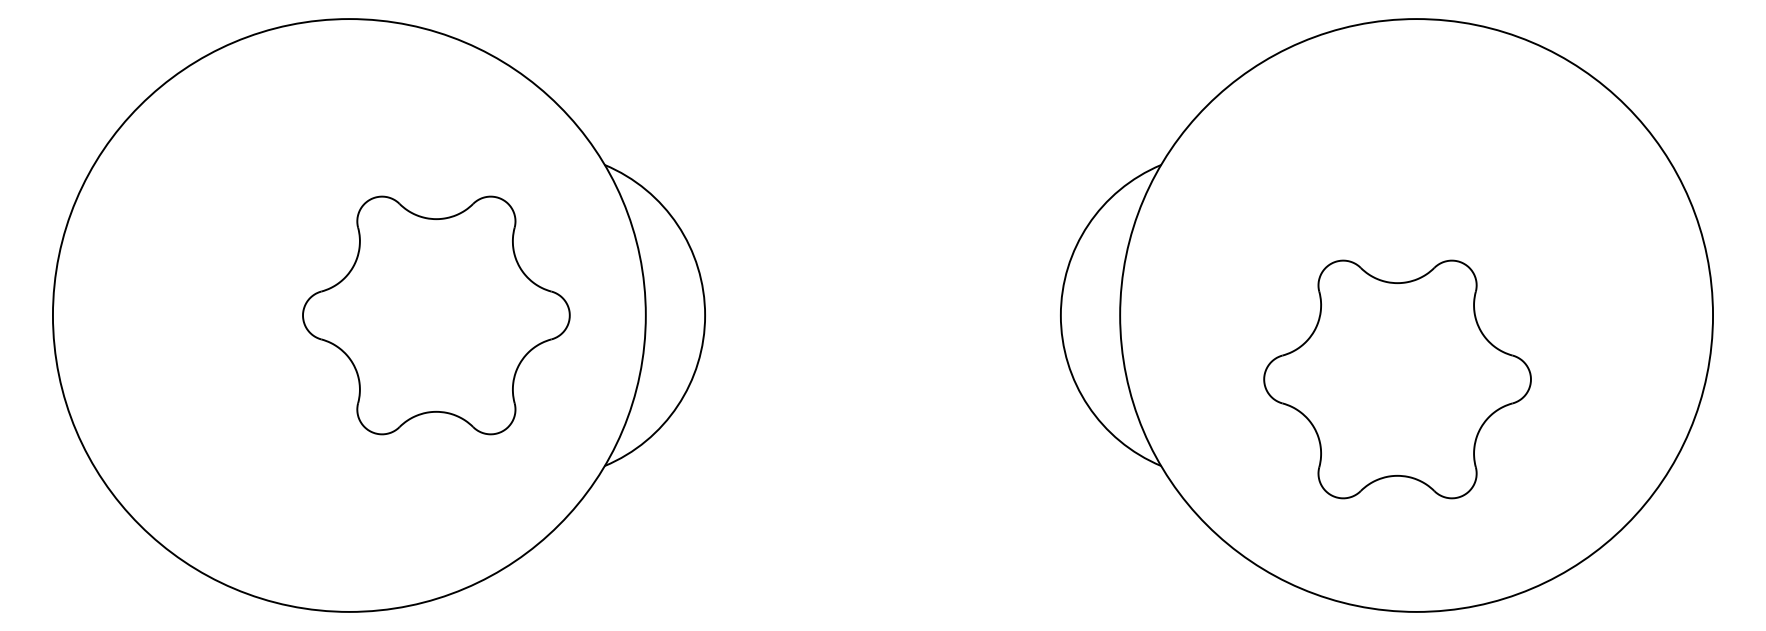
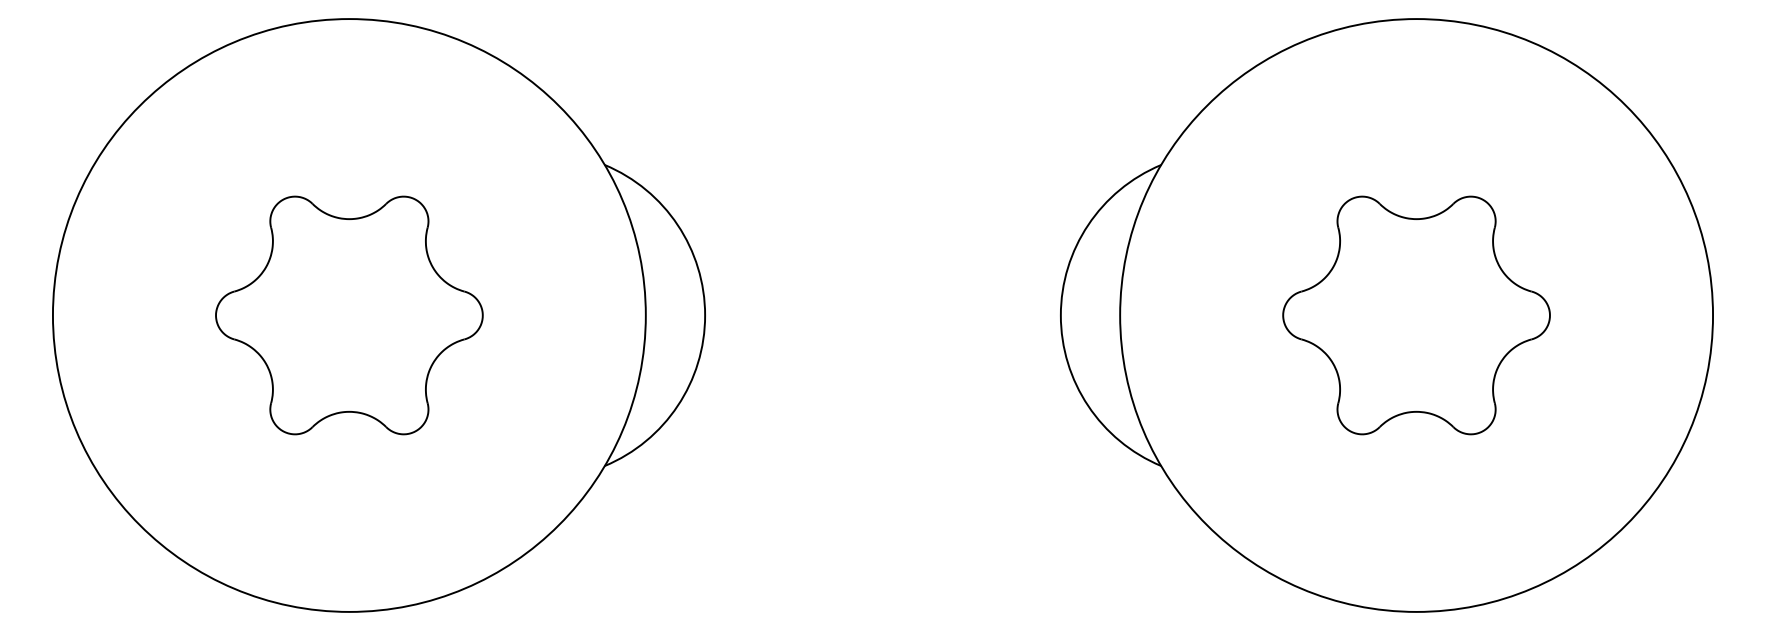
part at (436, 315) position: (436, 315) -> (349, 315)
part at (1397, 379) position: (1397, 379) -> (1416, 315)
